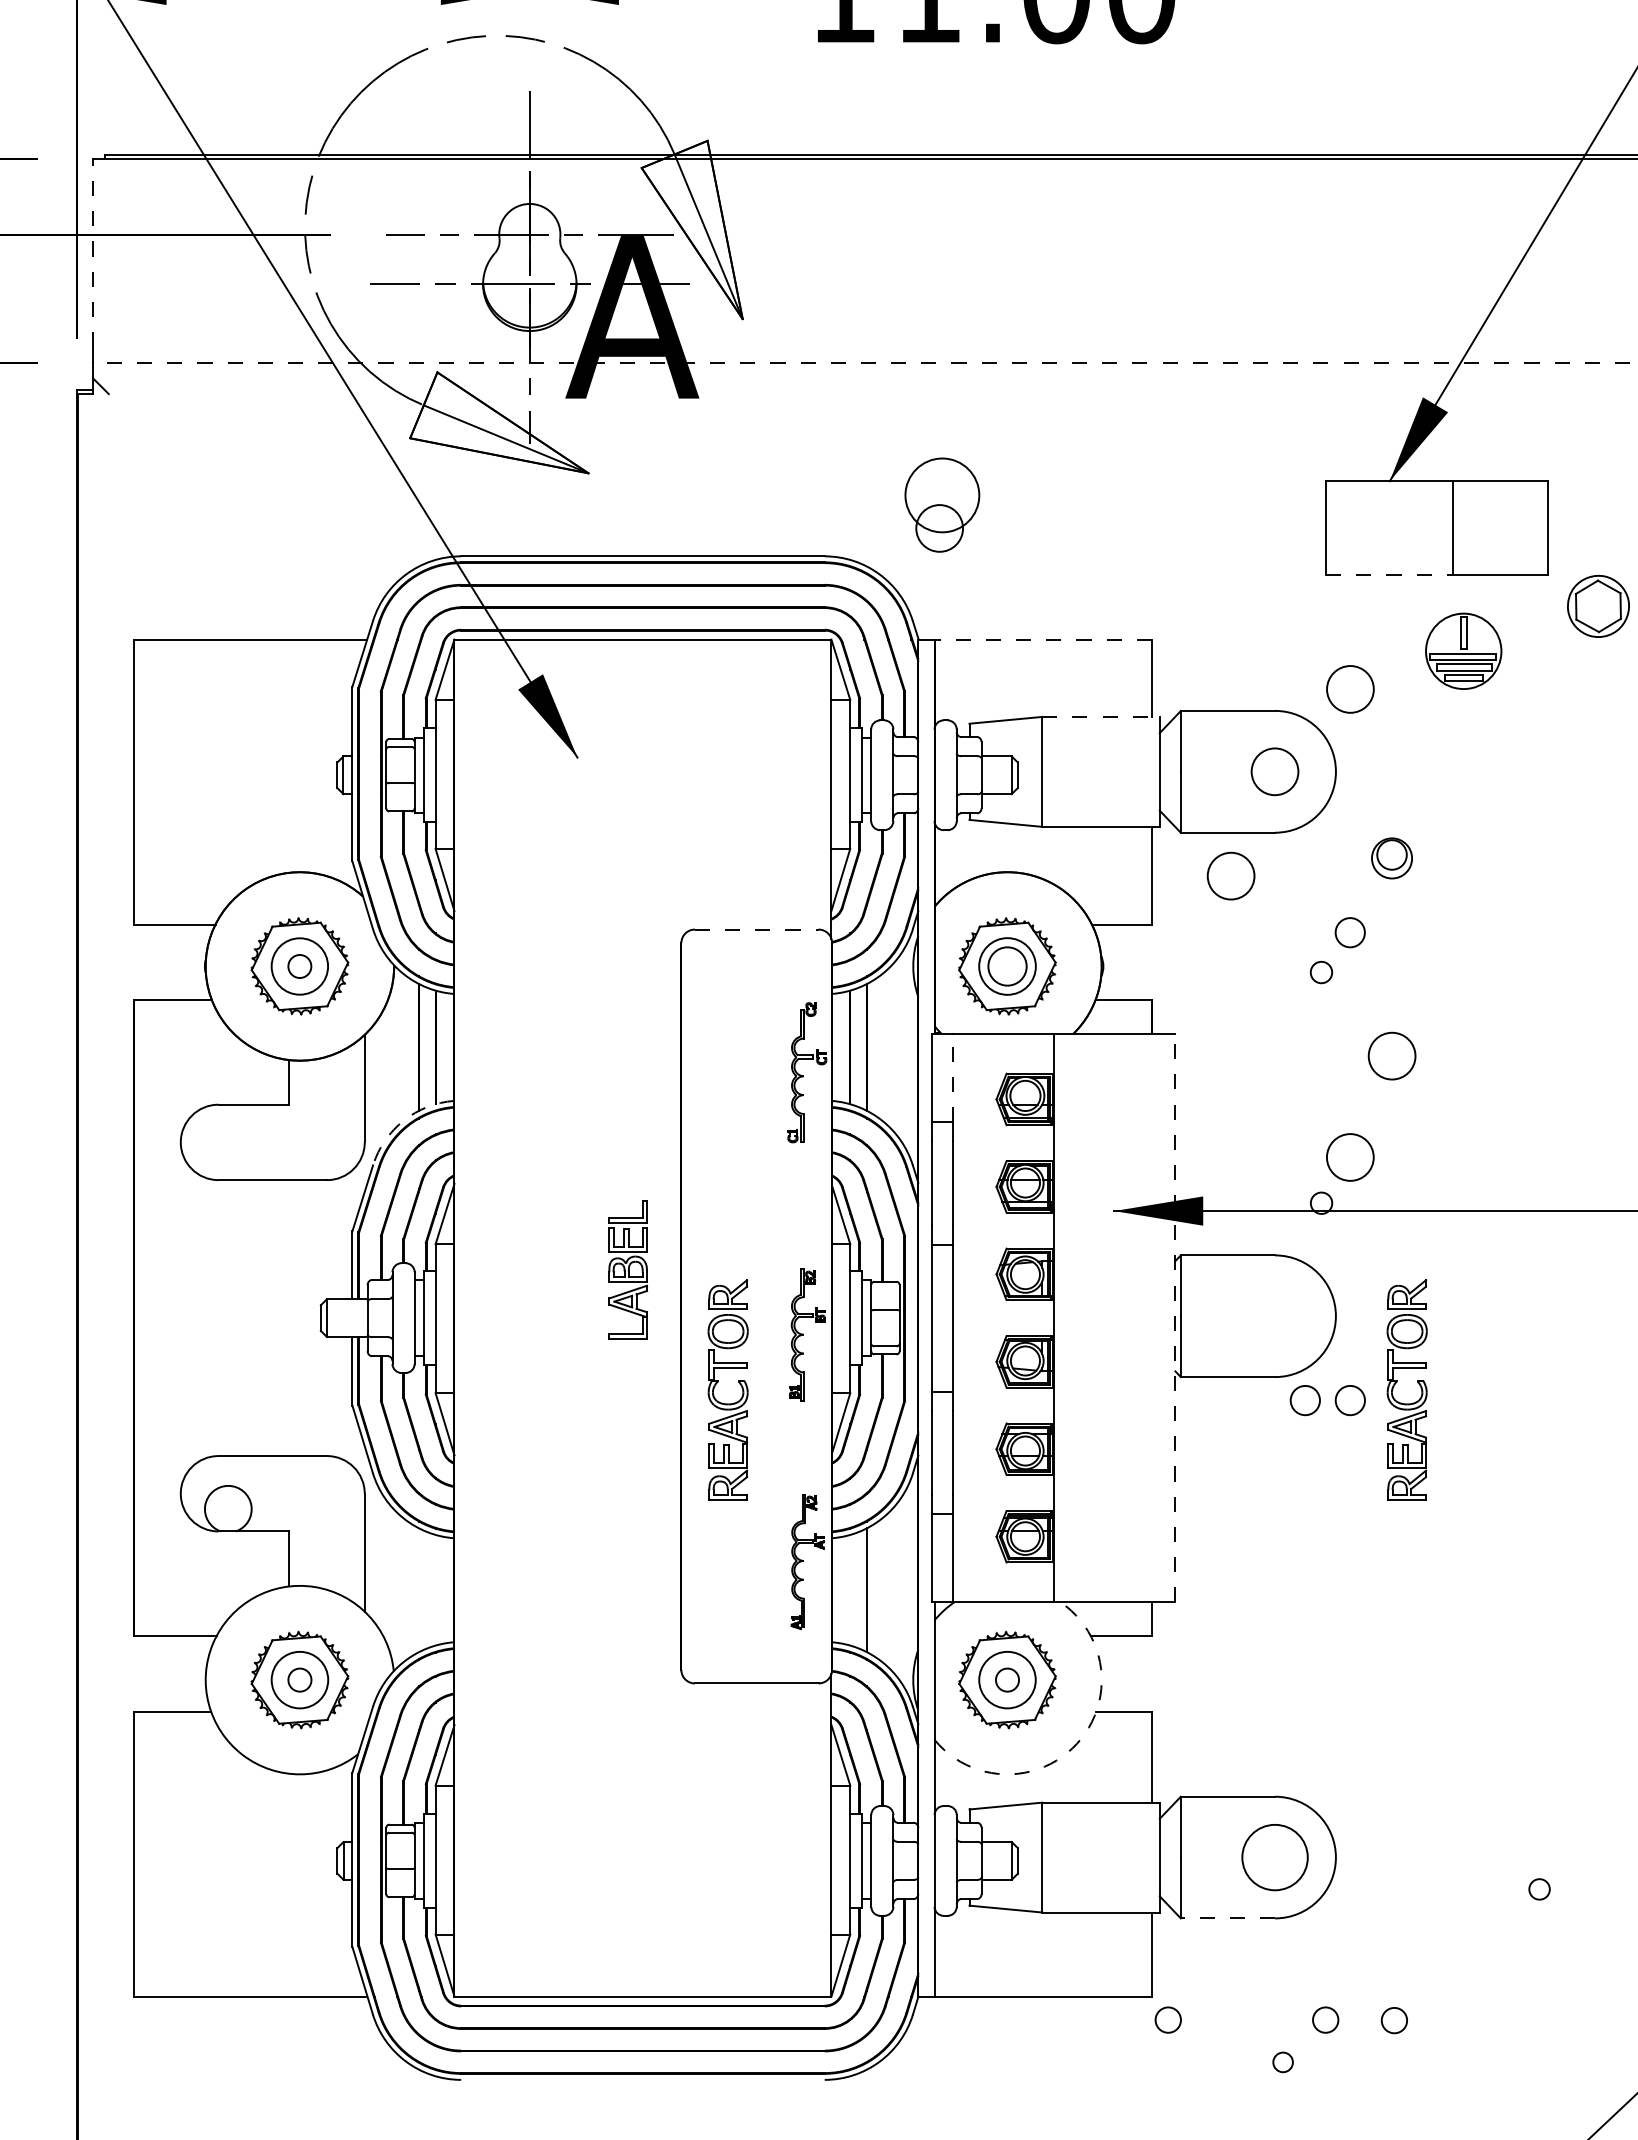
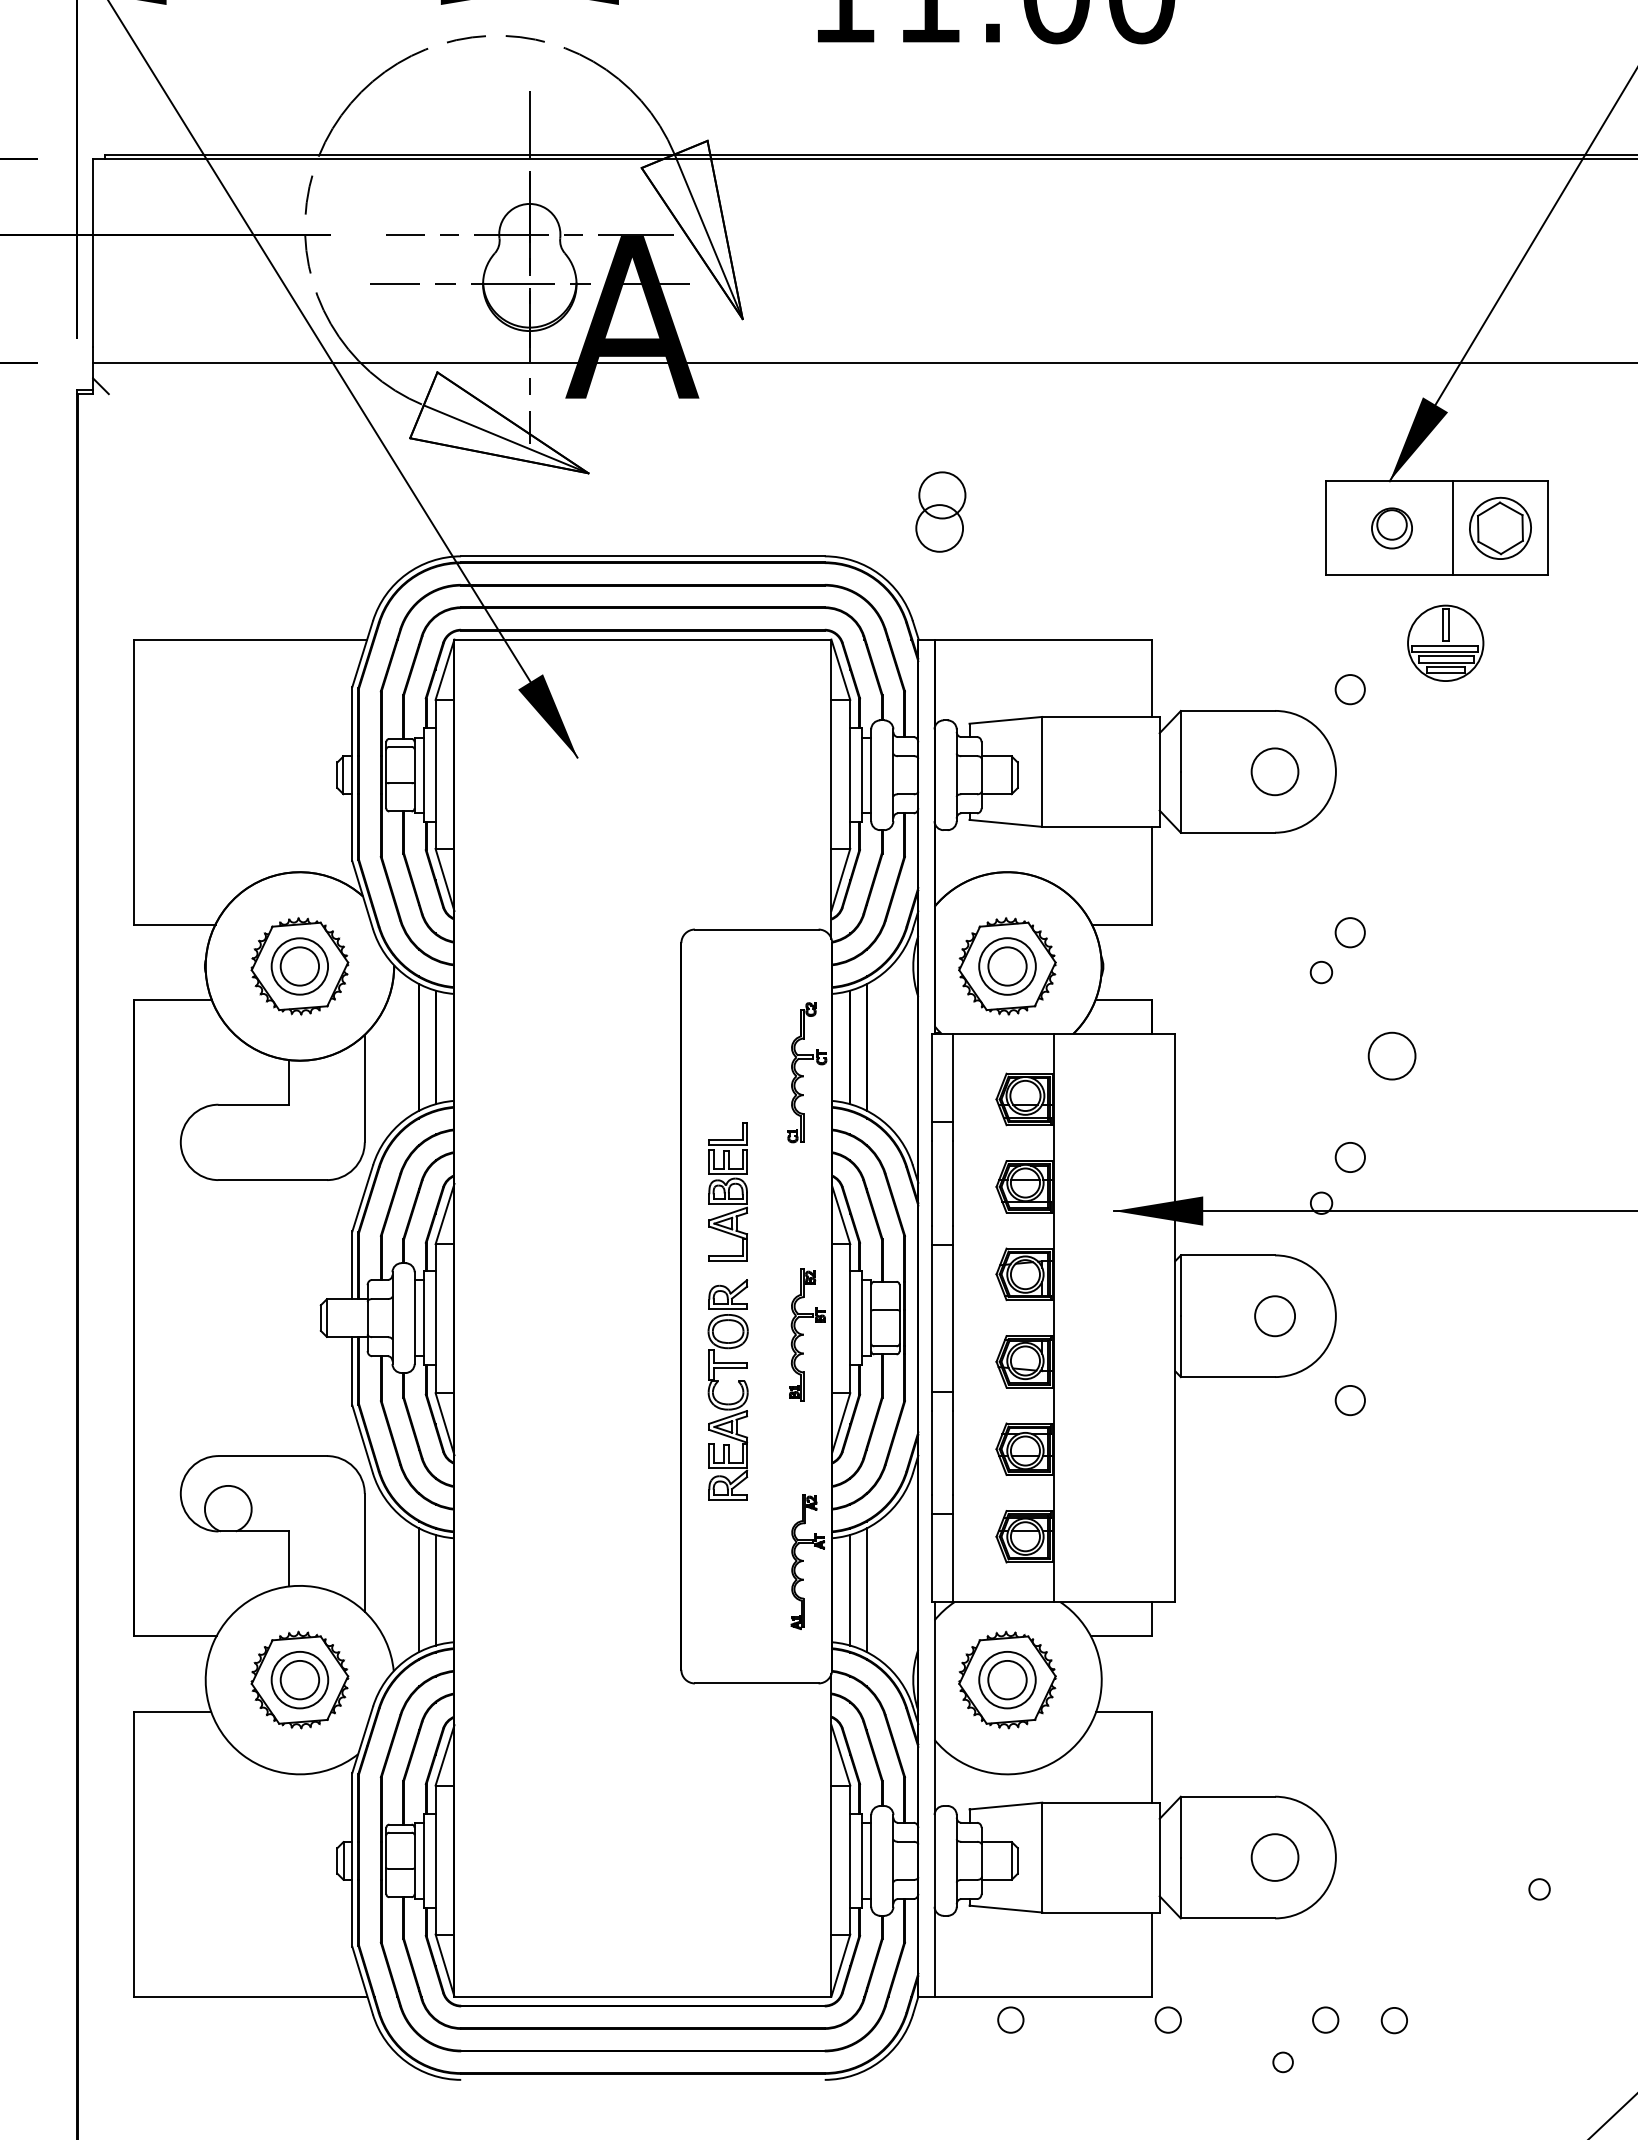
line at (93, 253): dashed -> solid
line at (864, 362): dashed -> solid
circle at (942, 495) diameter: 74 px -> 46 px
line at (1389, 575): dashed -> solid
part at (1598, 605) position: (1598, 605) -> (1500, 527)
line at (1043, 639): dashed -> solid
part at (1463, 650) position: (1463, 650) -> (1445, 642)
circle at (1350, 689) size: 49x49 px -> 32x32 px
line at (1100, 716): dashed -> solid
part at (1391, 858) position: (1391, 858) -> (1391, 528)
circle at (1230, 875): present -> none
line at (756, 929): dashed -> solid
circle at (299, 966) diameter: 23 px -> 38 px
line at (953, 1077): dashed -> solid
arc at (403, 1120): dashed -> solid
circle at (1349, 1157) diameter: 47 px -> 29 px
part at (627, 1269) position: (627, 1269) -> (727, 1191)
circle at (1274, 1316): none -> present
line at (1175, 1317): dashed -> solid
part at (1397, 1382): present -> none
circle at (1304, 1400): present -> none
line at (435, 1589): none -> present
line at (850, 1589): none -> present
line at (419, 1590): none -> present
circle at (299, 1679) diameter: 23 px -> 38 px
circle at (1007, 1679) diameter: 23 px -> 38 px
arc at (1077, 1743): dashed -> solid
circle at (1274, 1857) diameter: 65 px -> 47 px
line at (1227, 1918): dashed -> solid
circle at (1010, 2019): none -> present
